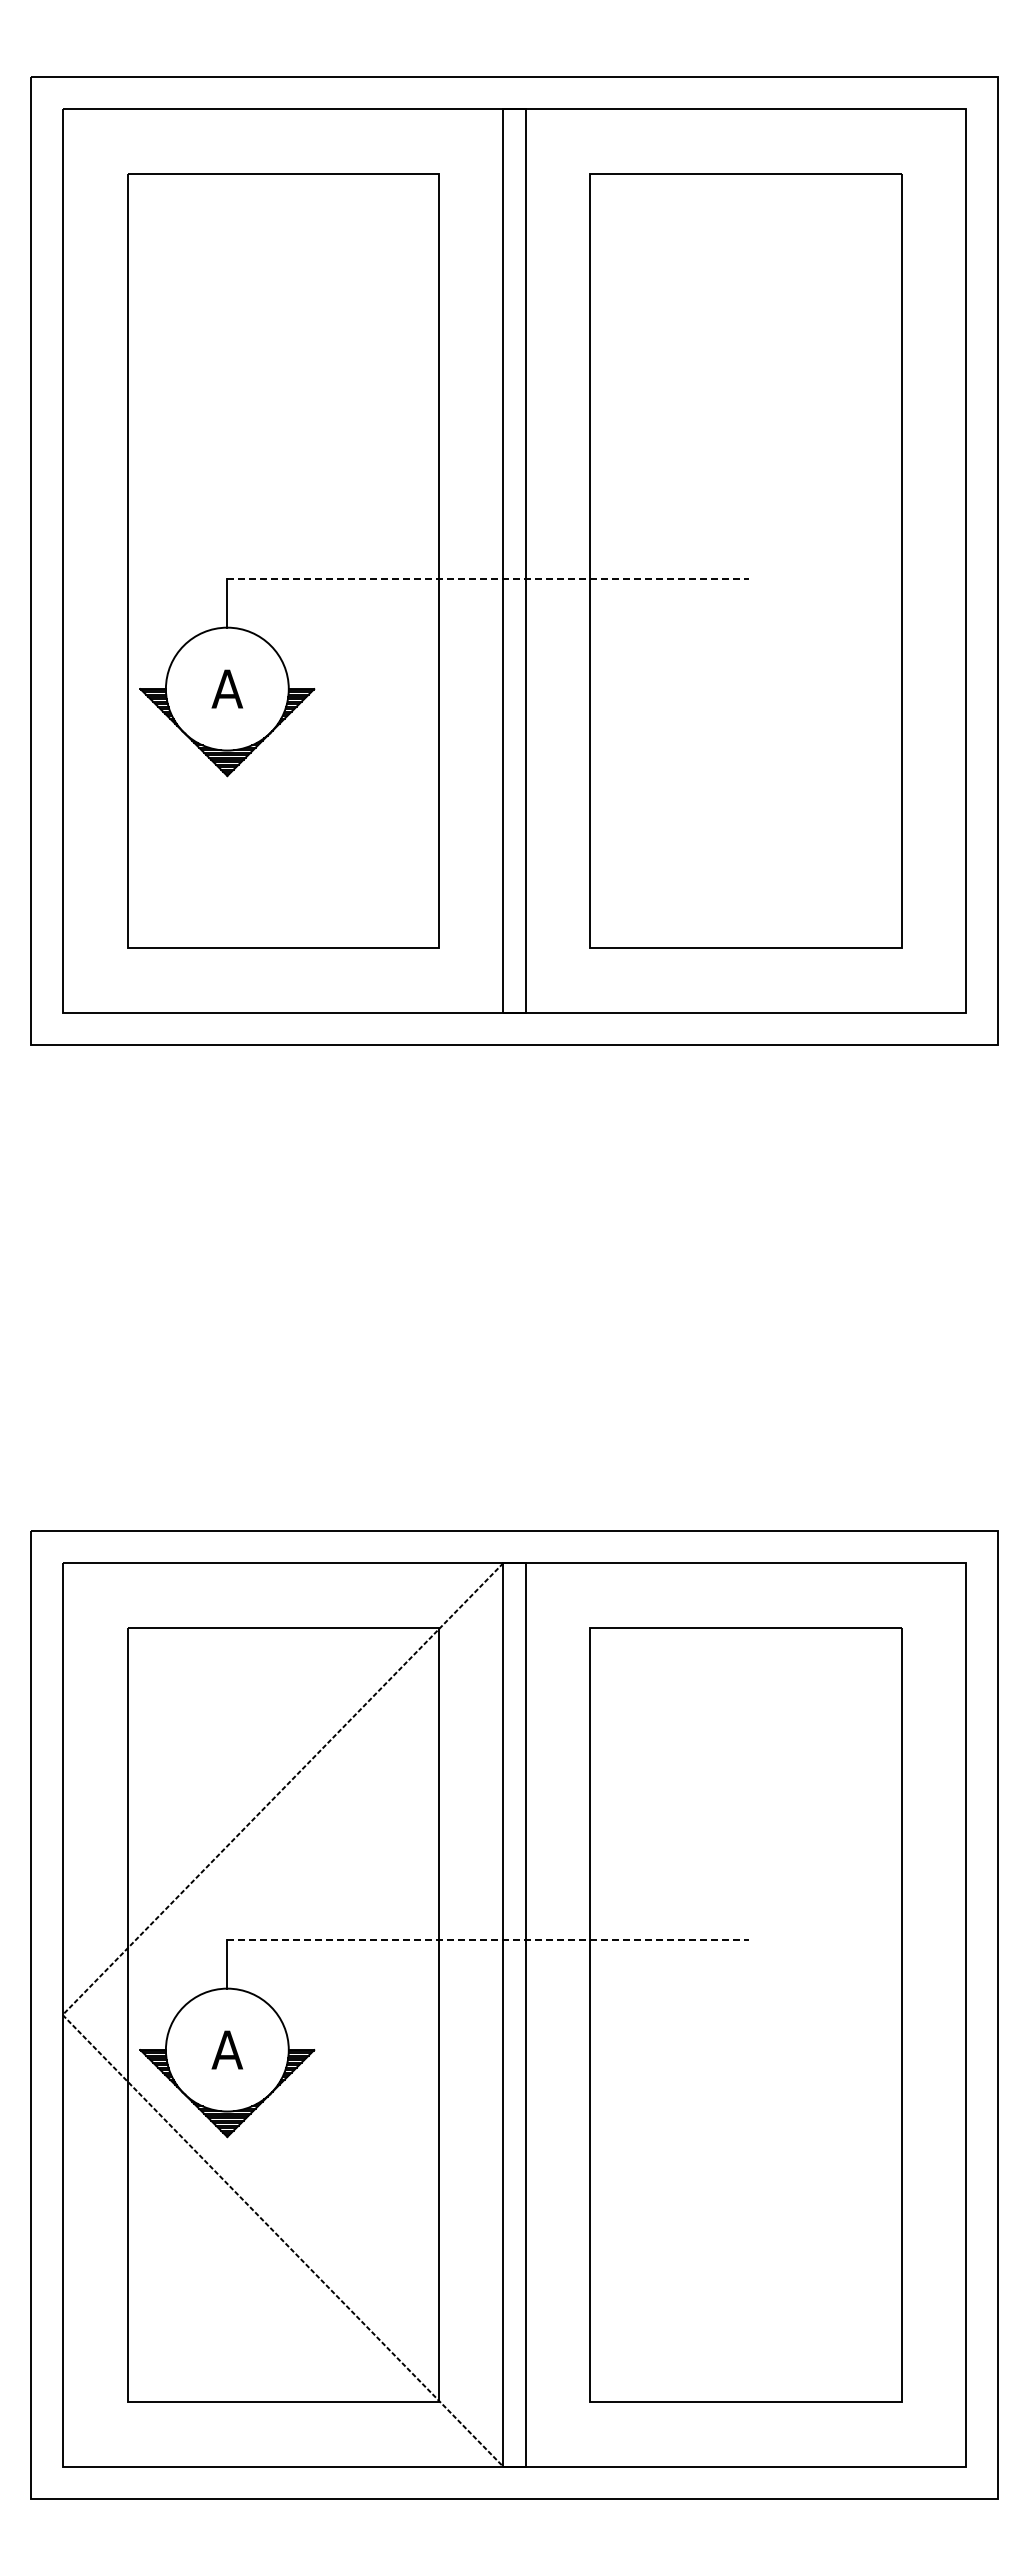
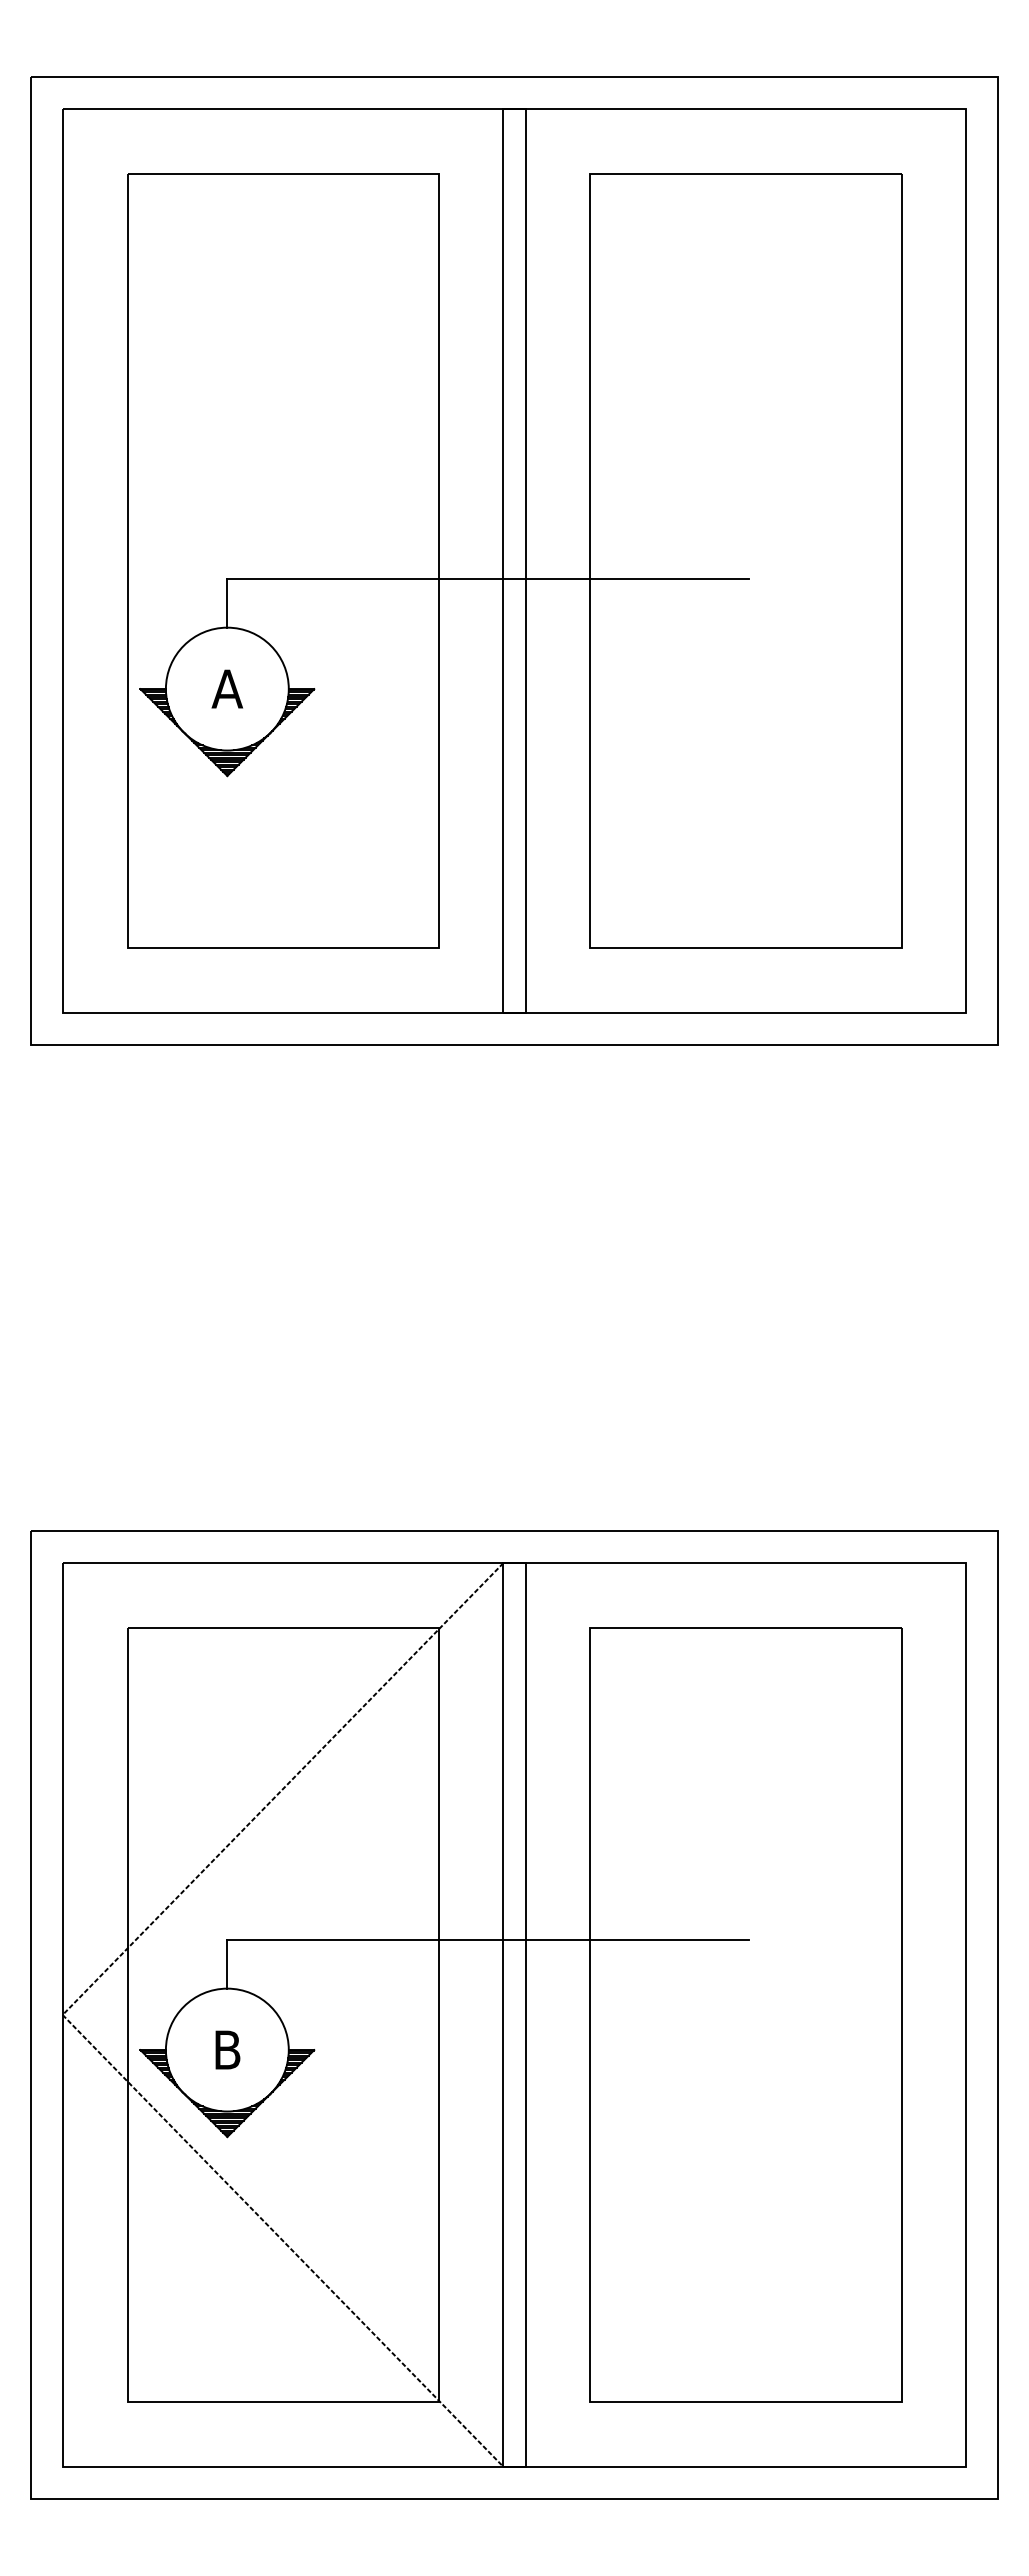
line at (488, 579): dashed -> solid
line at (488, 1940): dashed -> solid
text at (227, 2049): A -> B
